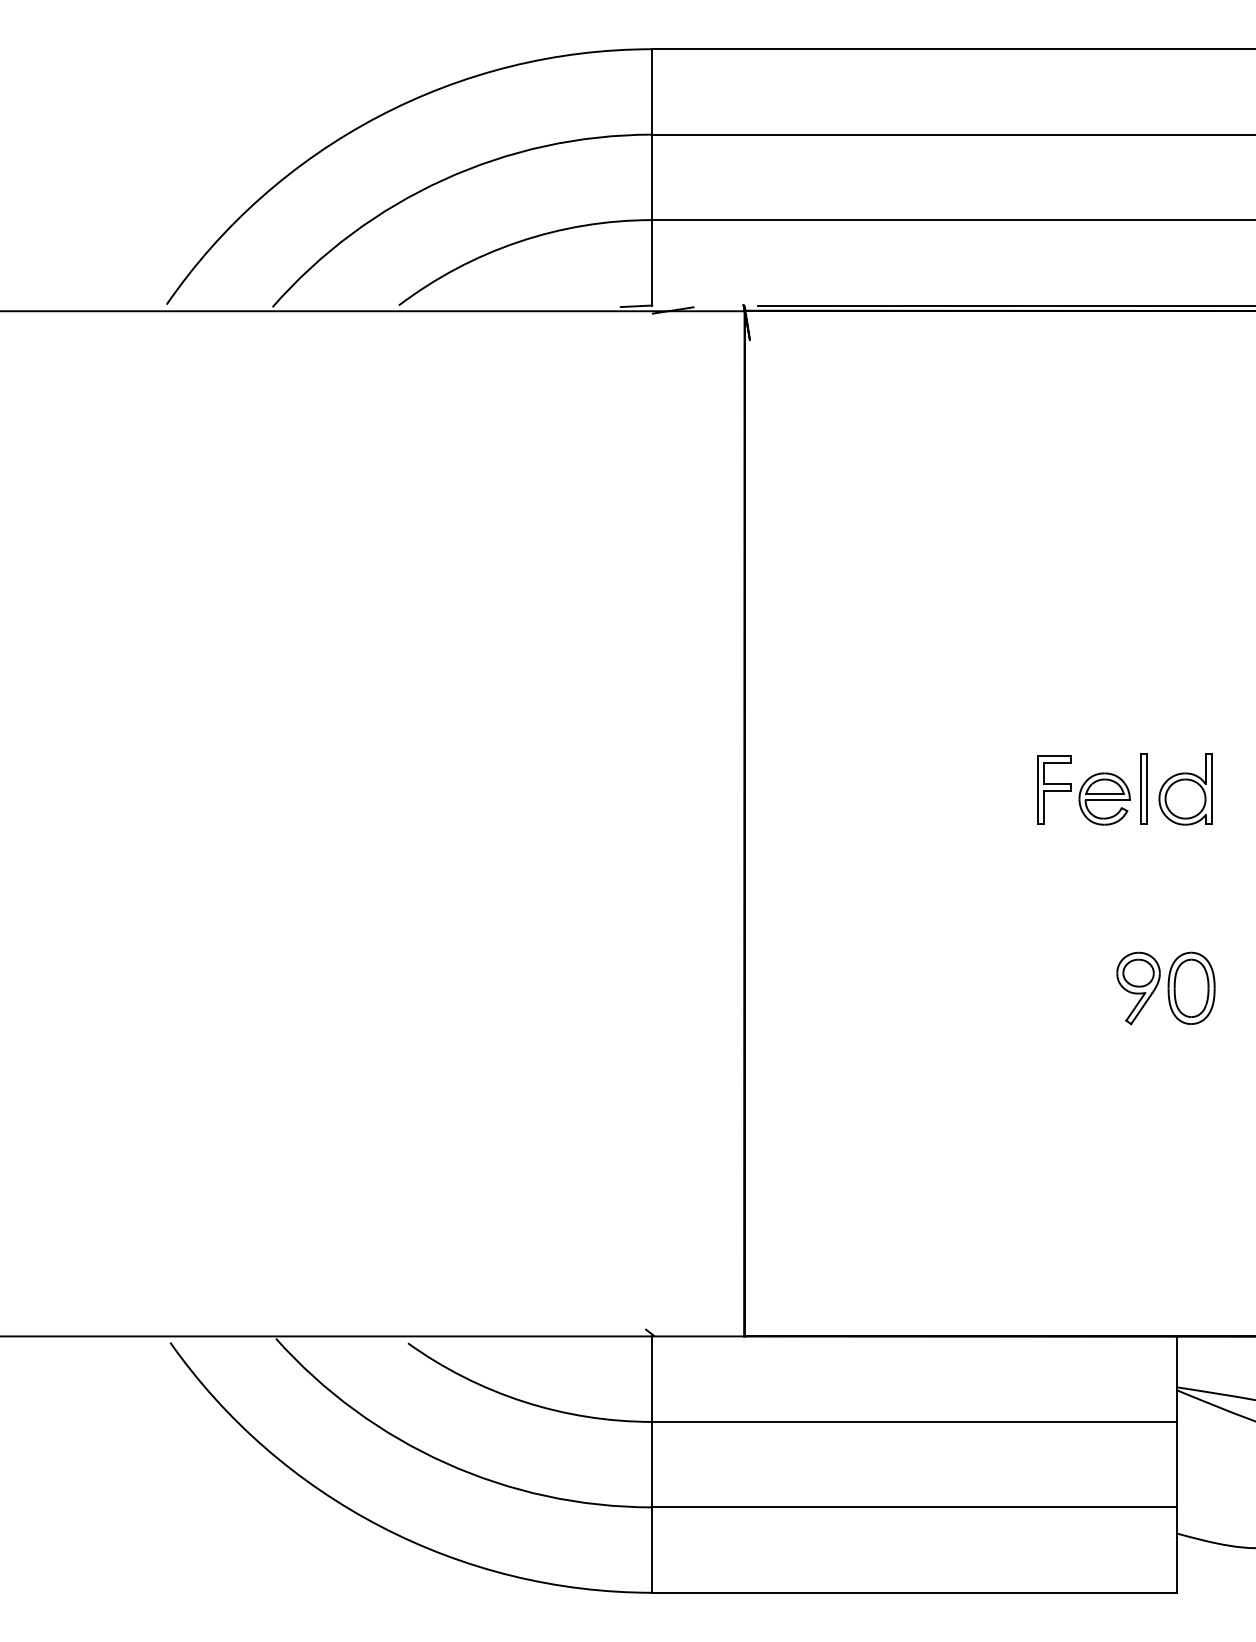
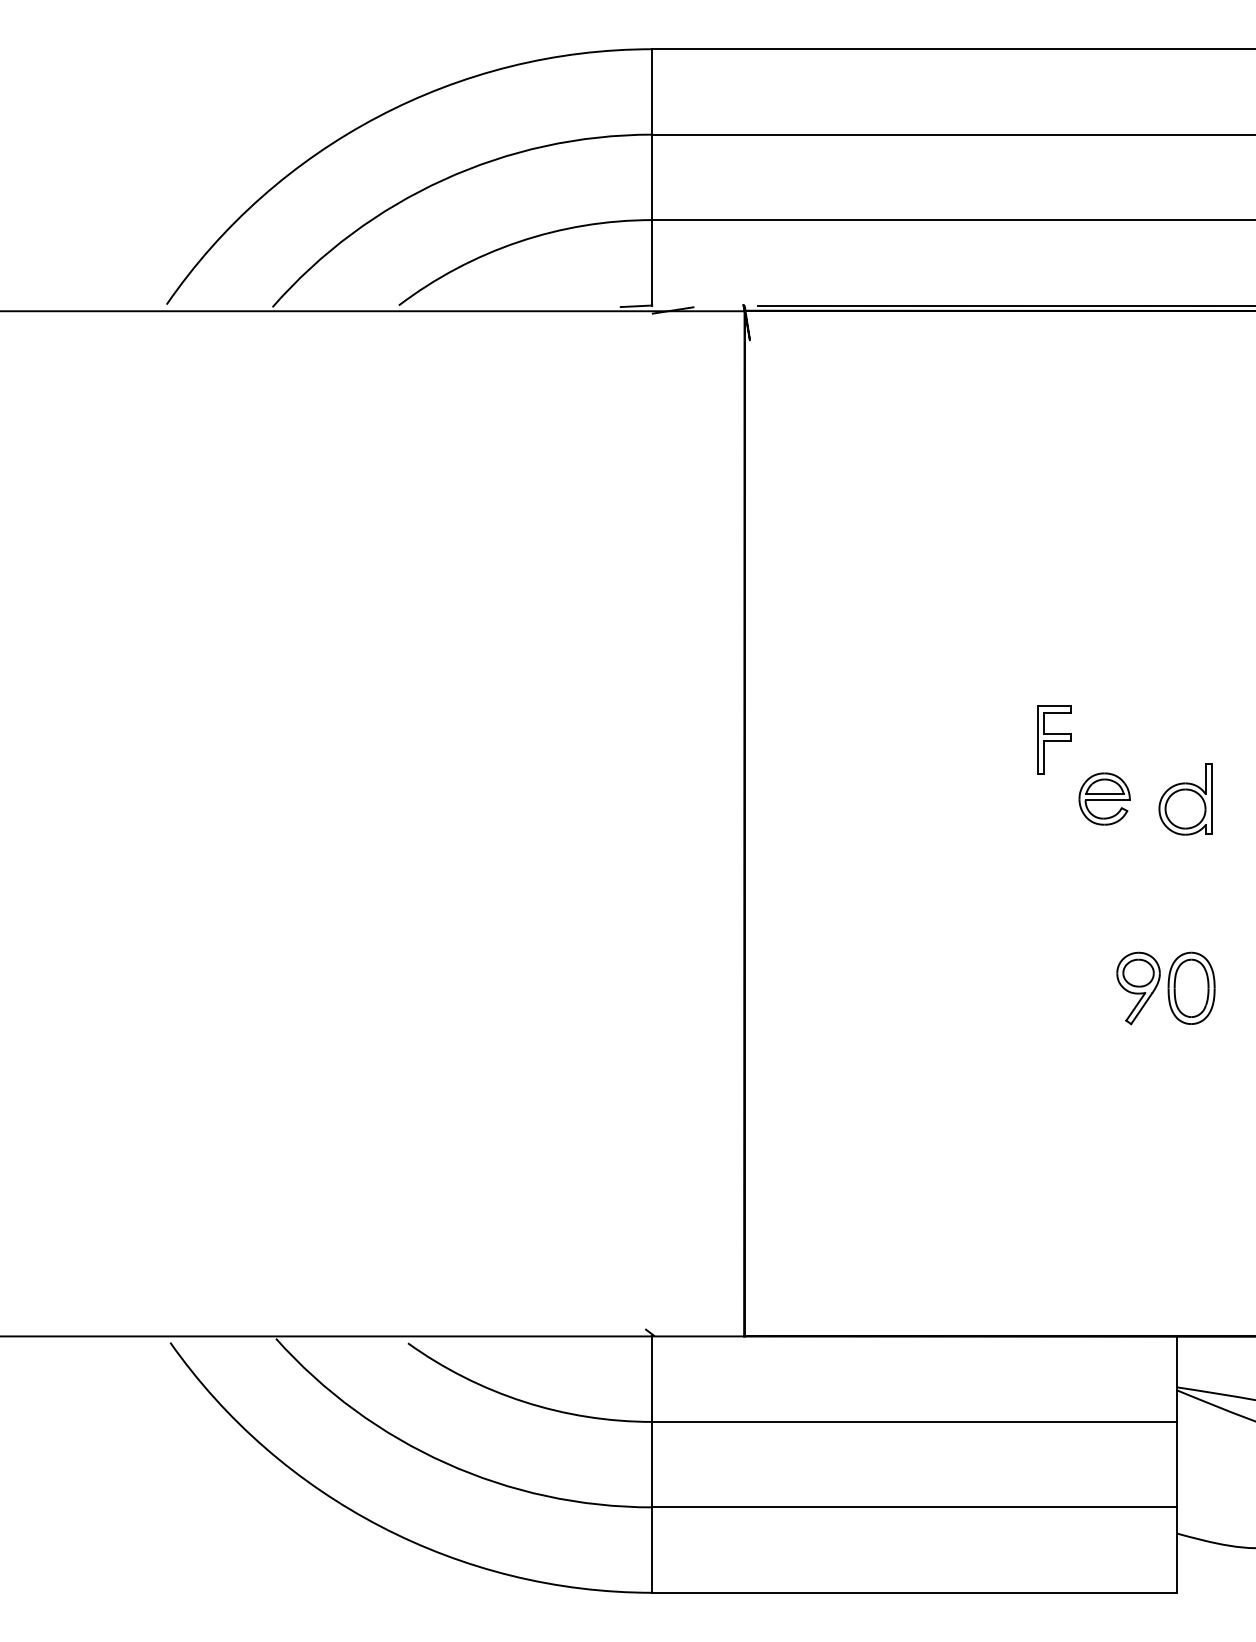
part at (1143, 788): present -> none
part at (1054, 789) position: (1054, 789) -> (1054, 739)
part at (1185, 789) position: (1185, 789) -> (1185, 799)
